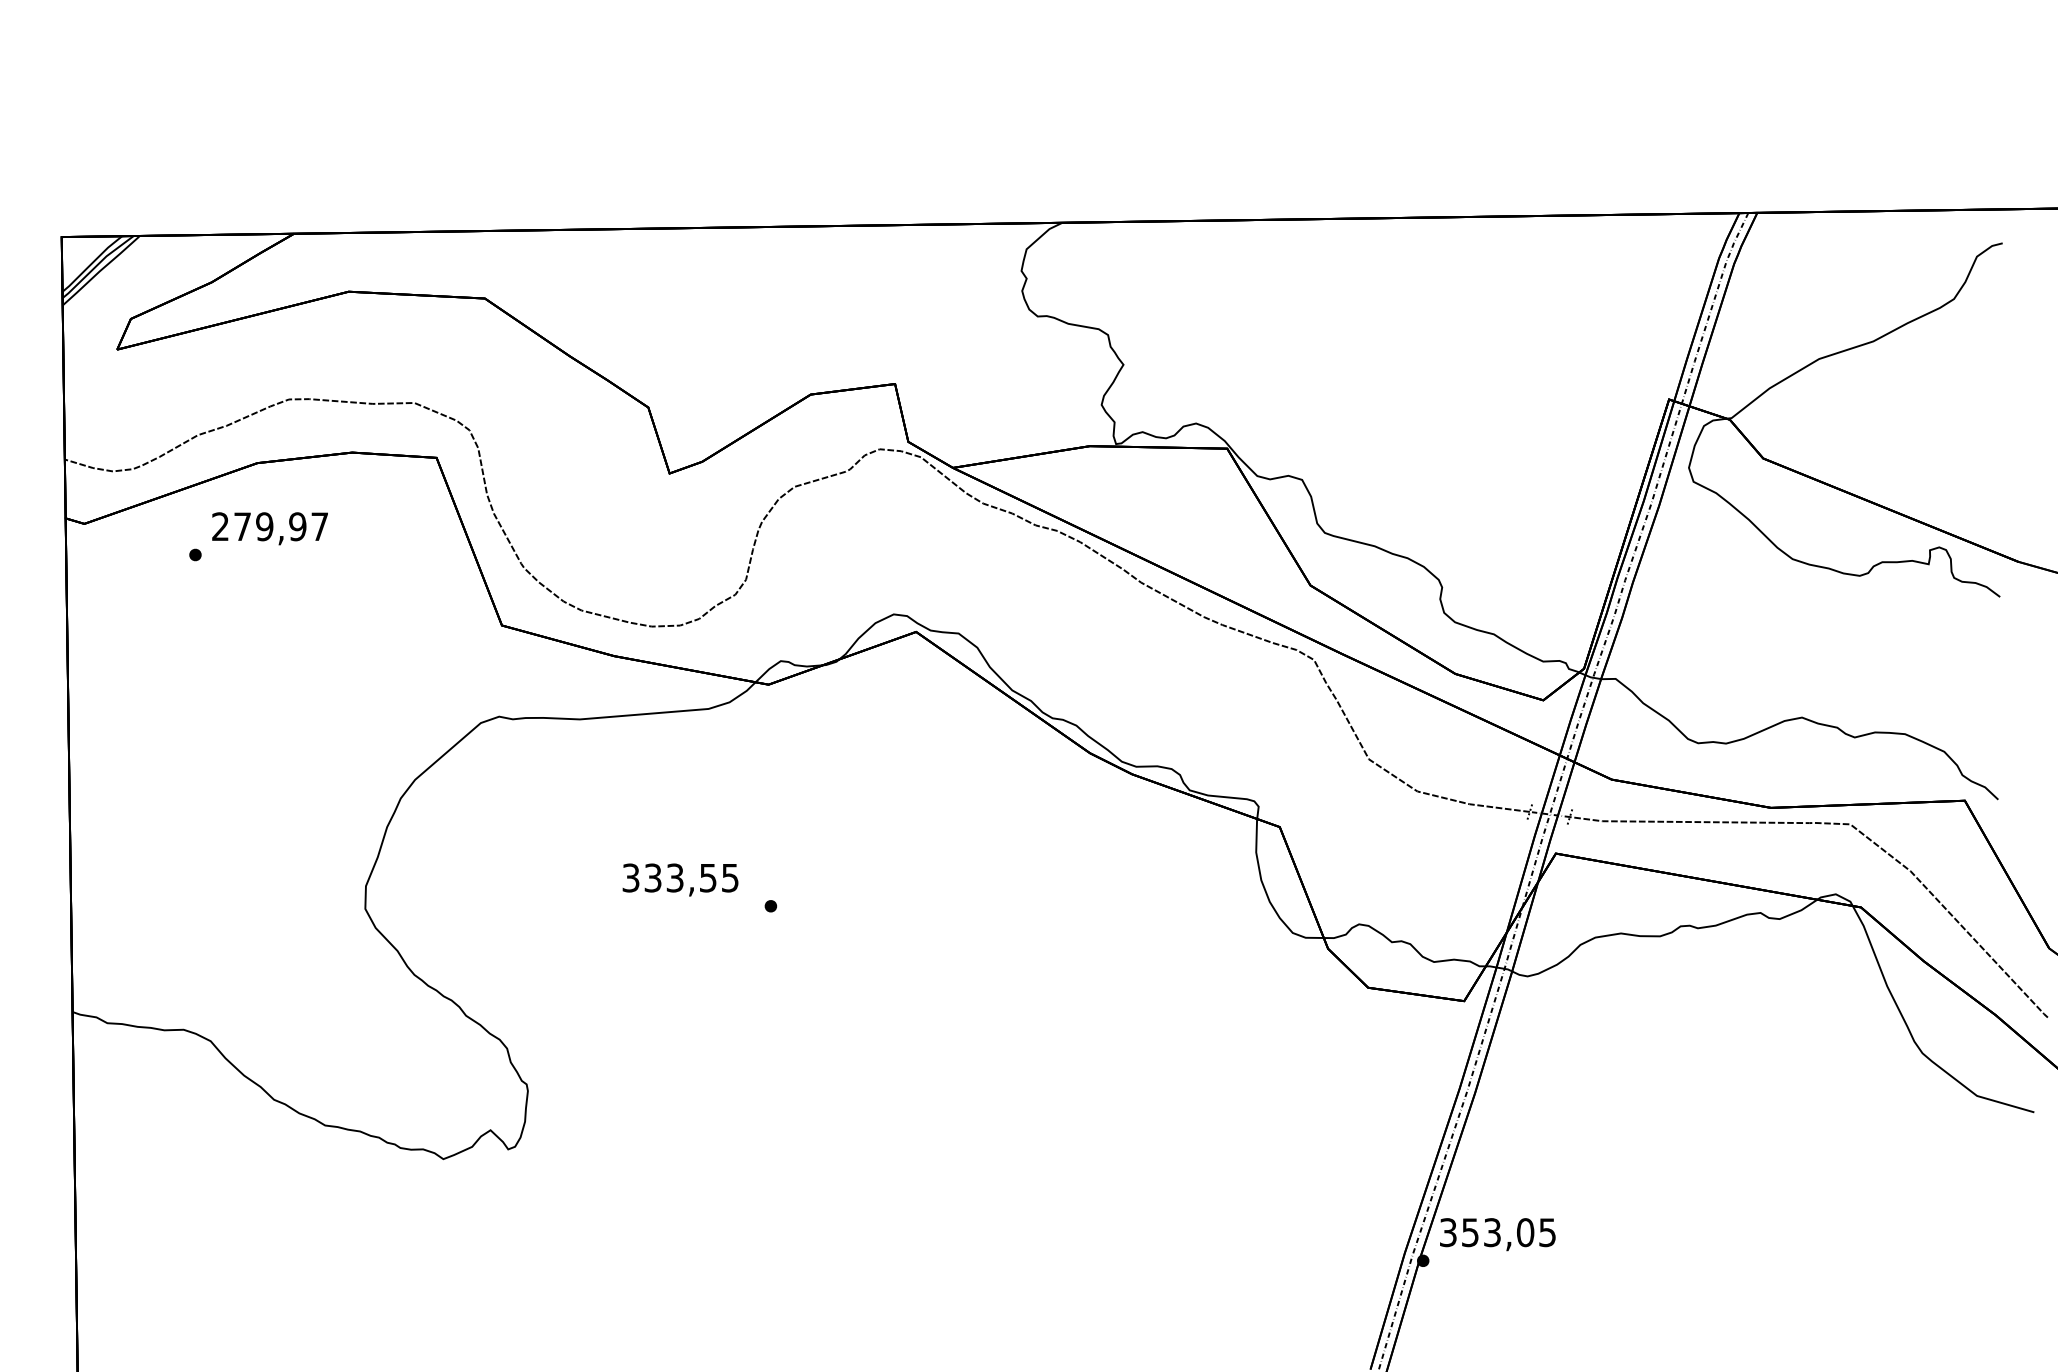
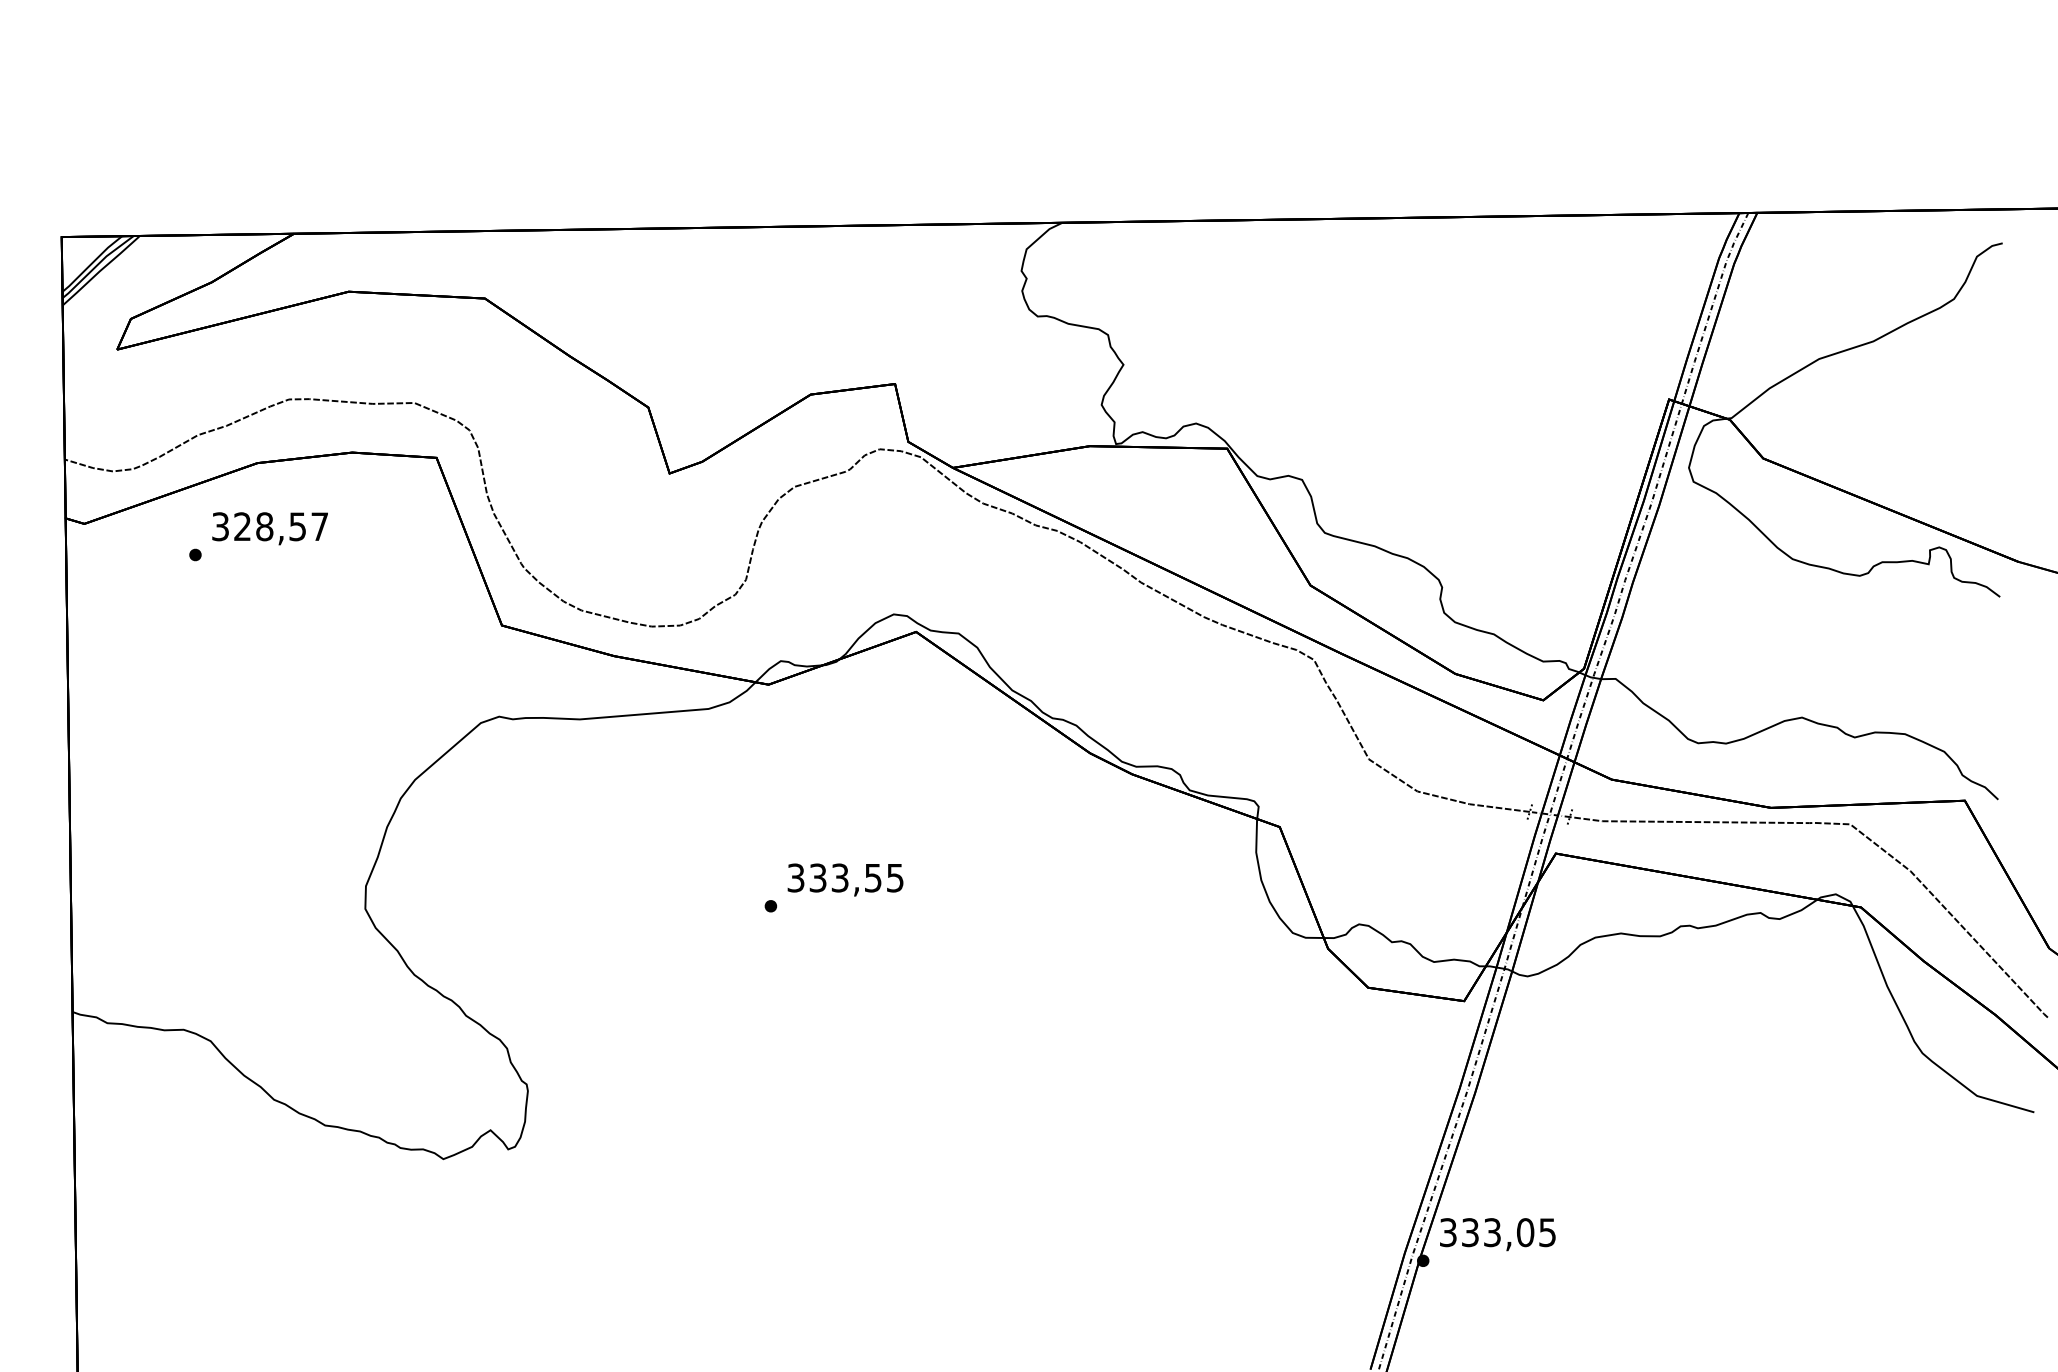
text at (259, 526): 279,97 -> 328,57
text at (680, 879) position: (680, 879) -> (845, 879)
text at (1470, 1232): 353,05 -> 333,05
